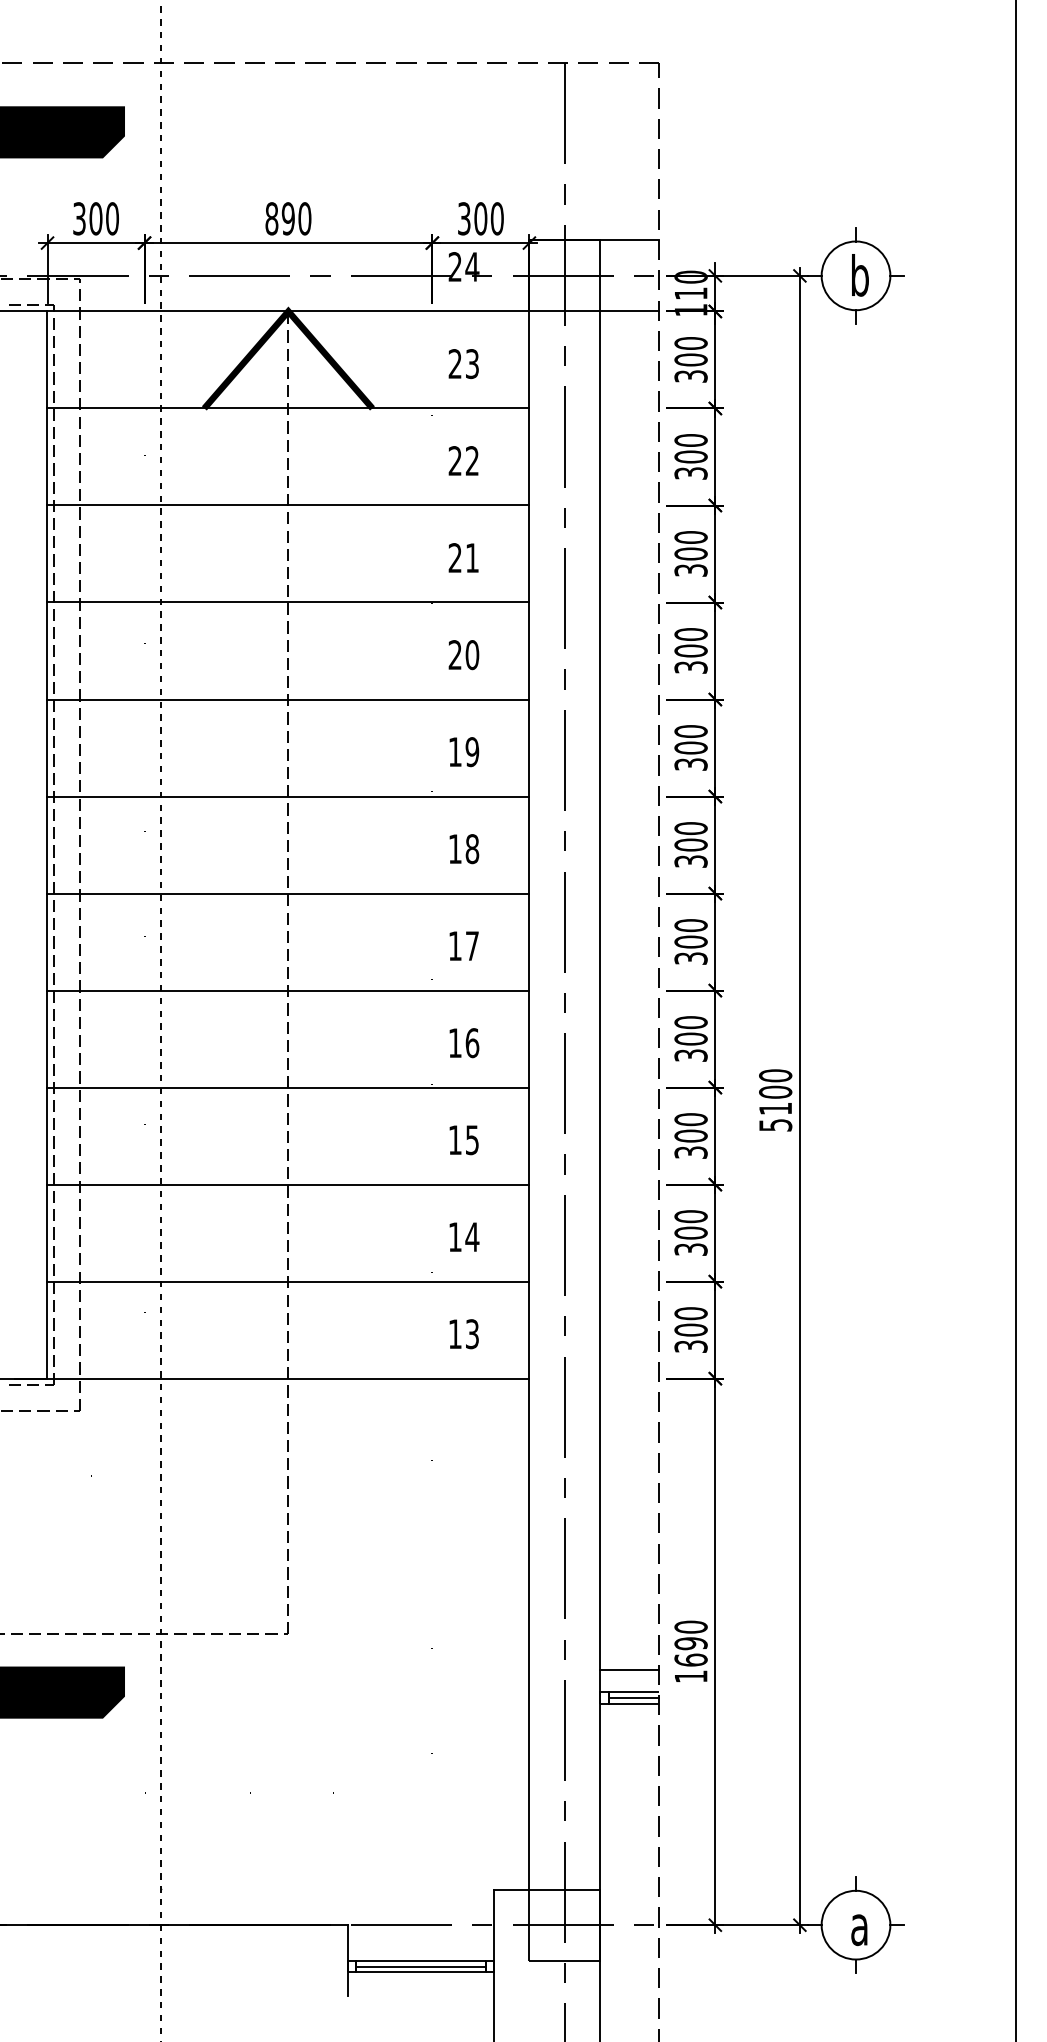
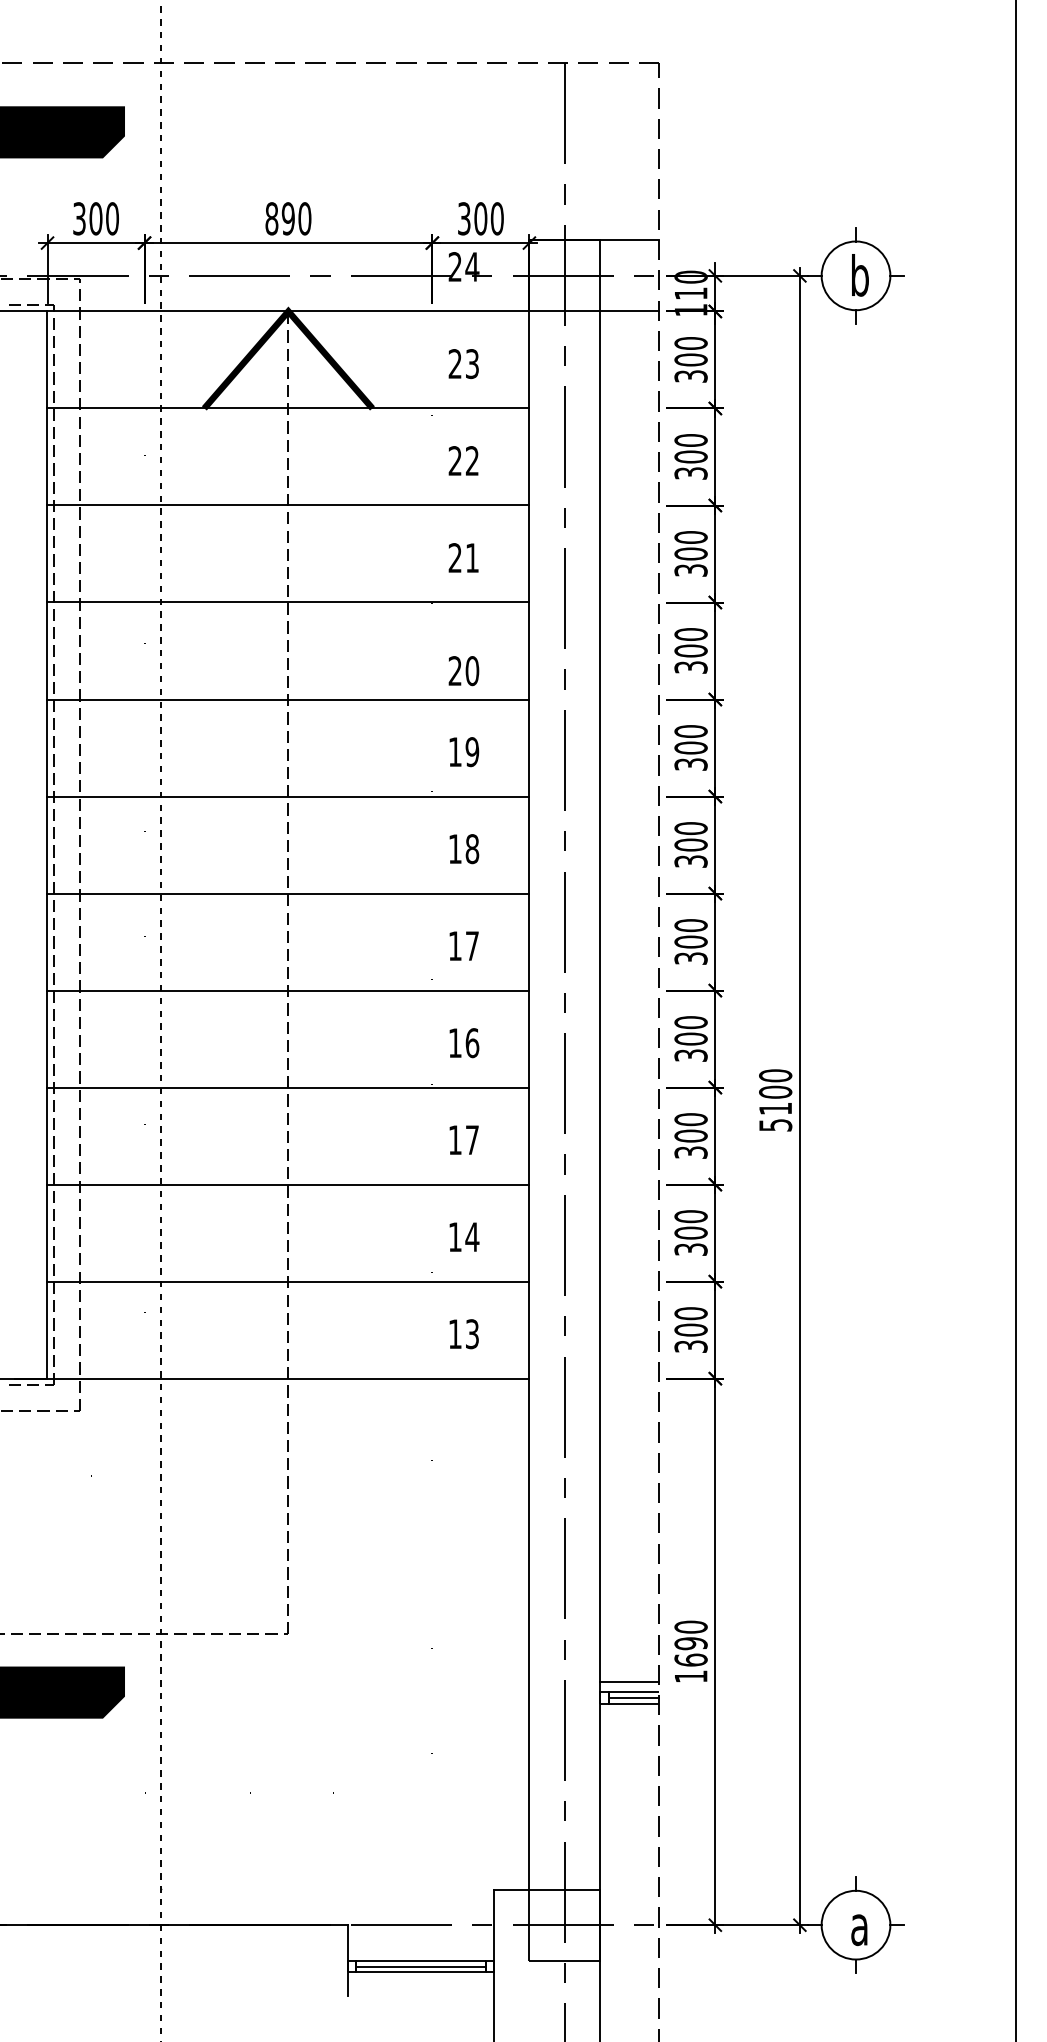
text at (463, 655) position: (463, 655) -> (463, 671)
text at (472, 1140): 15 -> 17
line at (629, 1669) position: (629, 1669) -> (629, 1681)
